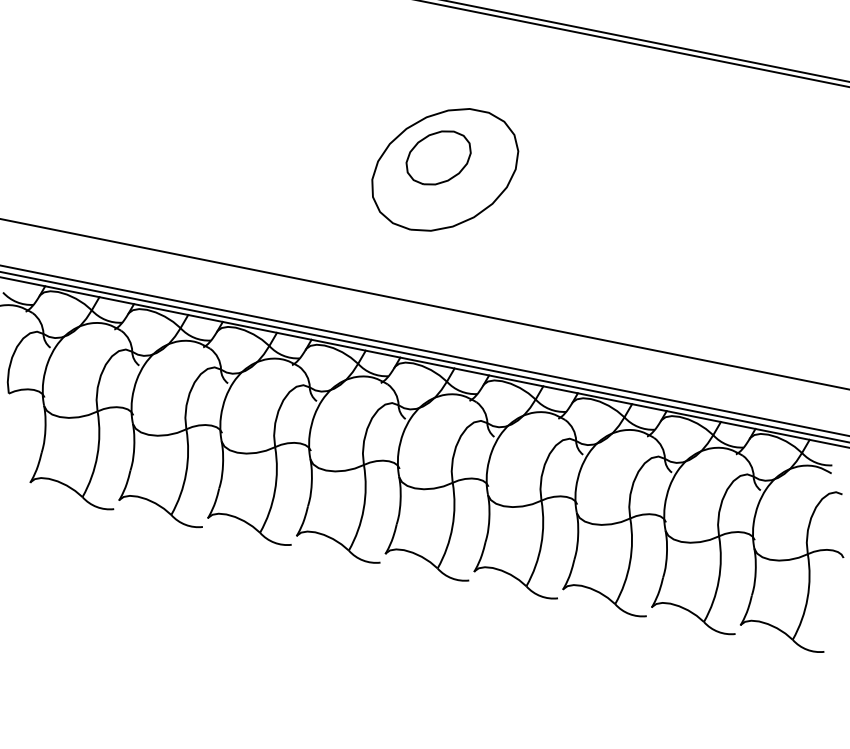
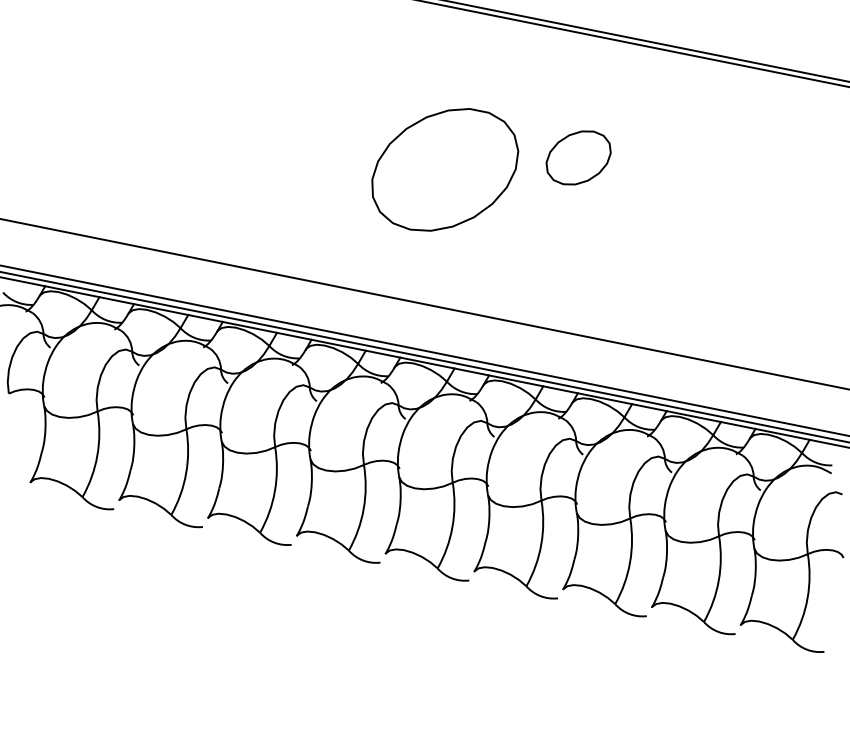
part at (438, 157) position: (438, 157) -> (578, 157)
